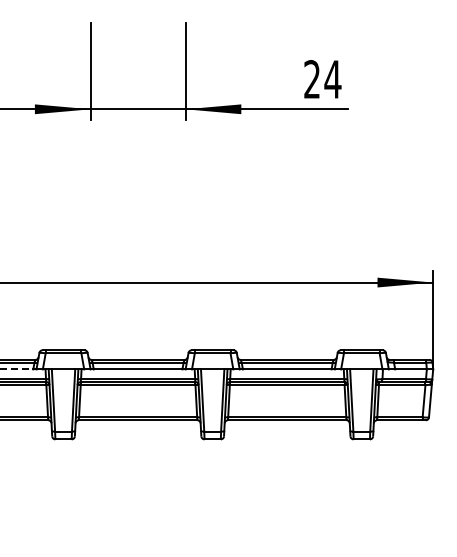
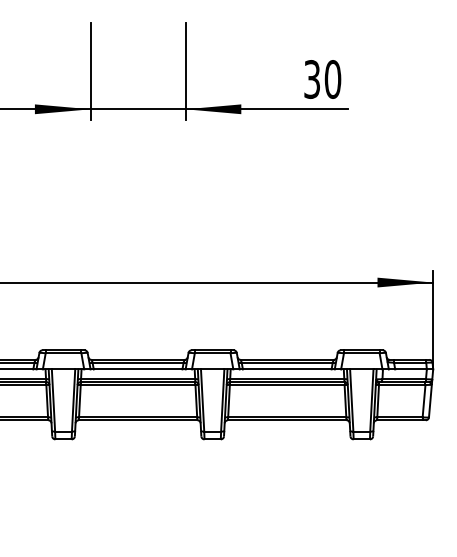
text at (322, 79): 24 -> 30
line at (17, 369): dashed -> solid
